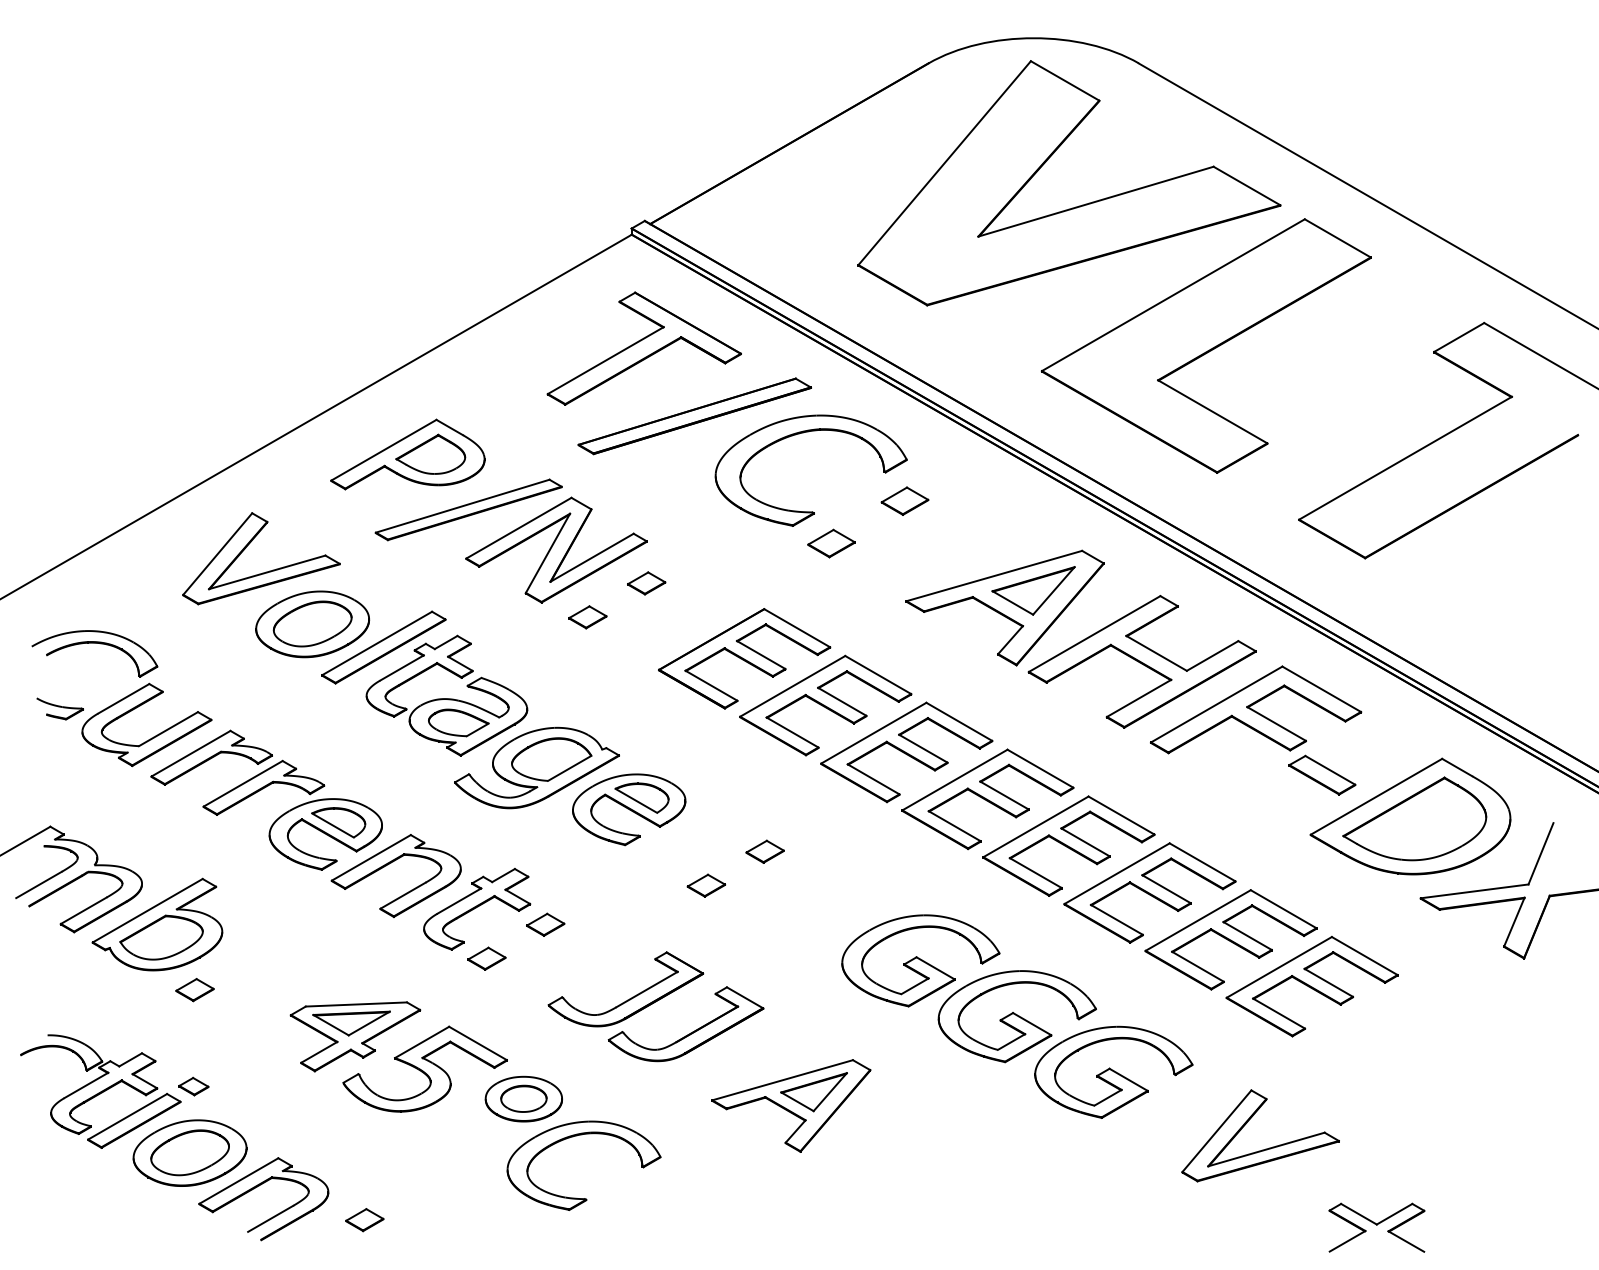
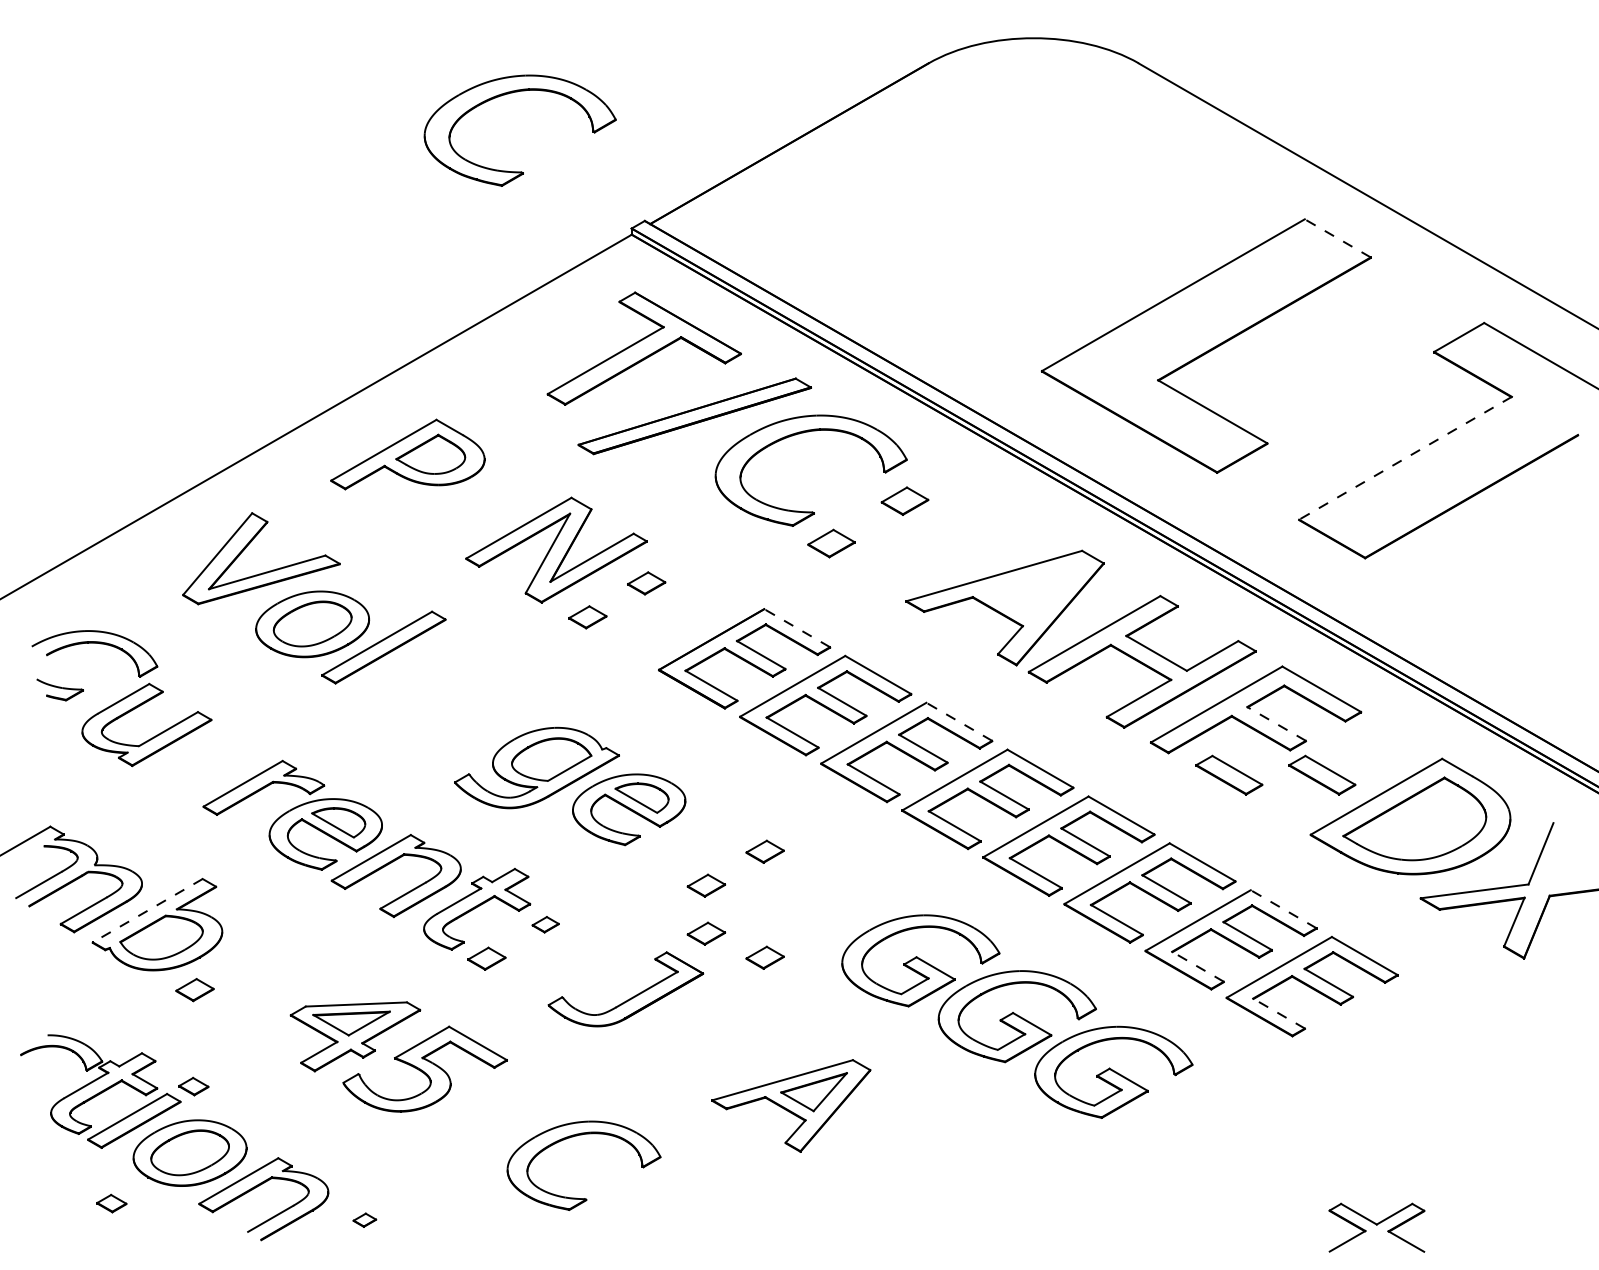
part at (508, 94): none -> present
part at (1078, 205): present -> none
line at (1337, 238): solid -> dashed
line at (1405, 458): solid -> dashed
part at (468, 509): present -> none
part at (1033, 590): present -> none
line at (797, 628): solid -> dashed
part at (446, 695): present -> none
part at (59, 708) position: (59, 708) -> (59, 689)
line at (959, 721): solid -> dashed
line at (1276, 723): solid -> dashed
part at (211, 757): present -> none
part at (1229, 774): none -> present
line at (1283, 909): solid -> dashed
line at (147, 910): solid -> dashed
part at (545, 924) size: 40x25 px -> 29x18 px
part at (706, 933): none -> present
part at (764, 957): none -> present
line at (1197, 966): solid -> dashed
line at (1279, 1013): solid -> dashed
part at (690, 1032): present -> none
part at (523, 1098): present -> none
part at (1265, 1148): present -> none
part at (111, 1203): none -> present
part at (364, 1220) size: 40x25 px -> 26x16 px
